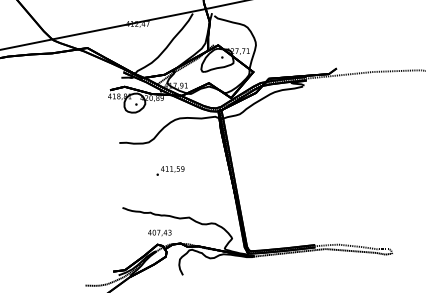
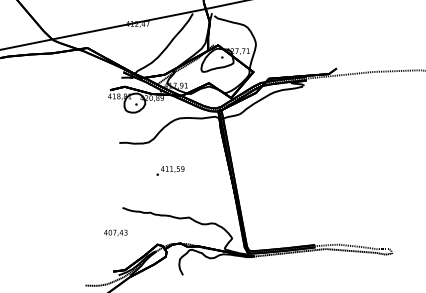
text at (159, 232) position: (159, 232) -> (115, 232)
